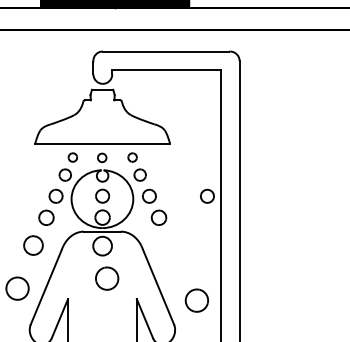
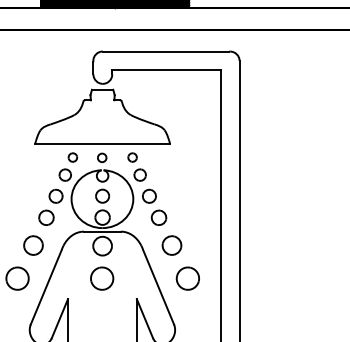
part at (207, 195): present -> none
part at (171, 245): none -> present
part at (107, 278) position: (107, 278) -> (102, 278)
part at (17, 288) position: (17, 288) -> (17, 278)
part at (196, 300) position: (196, 300) -> (187, 278)
